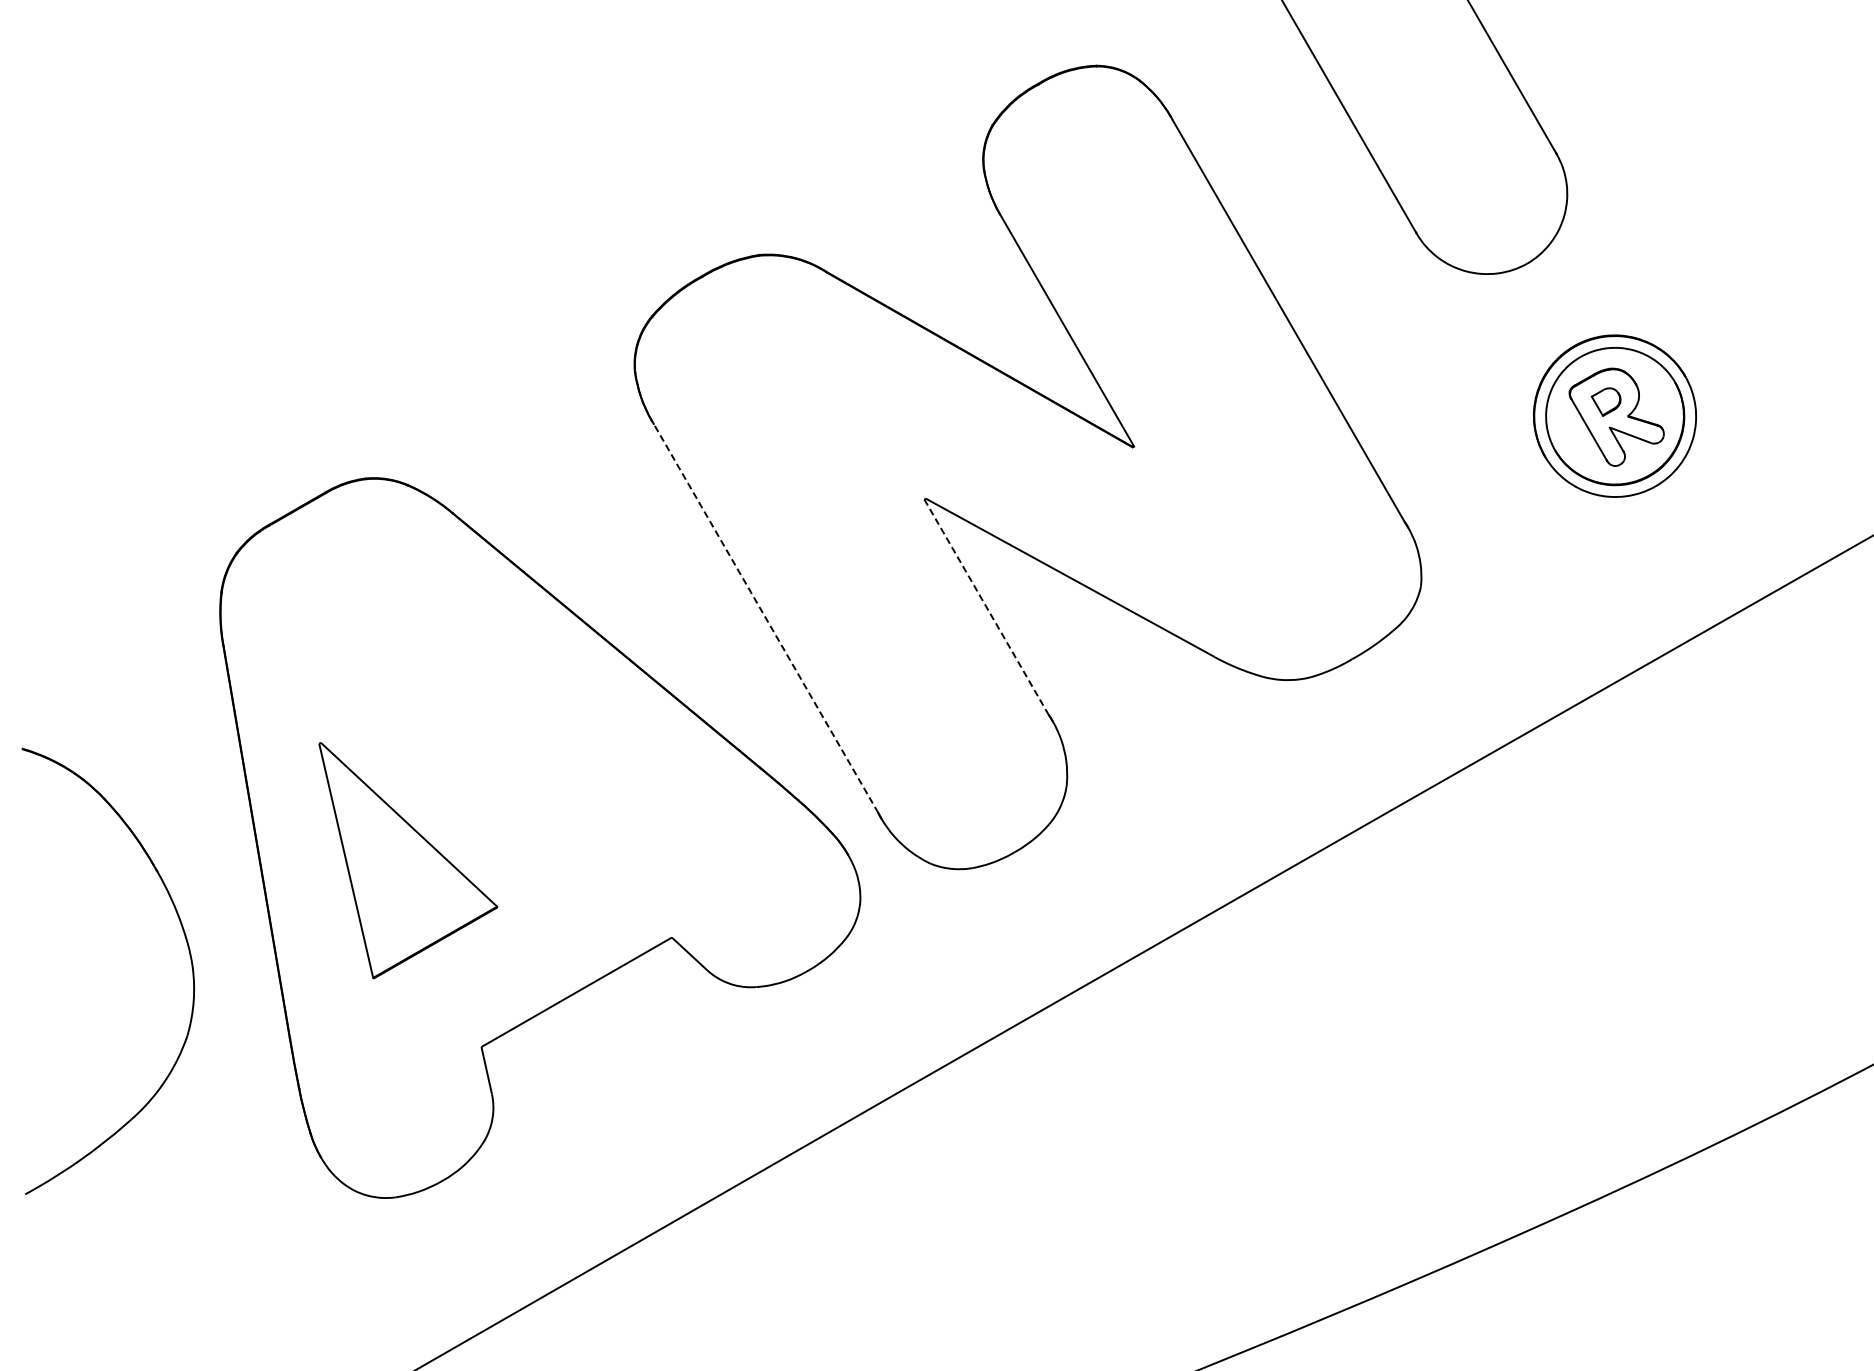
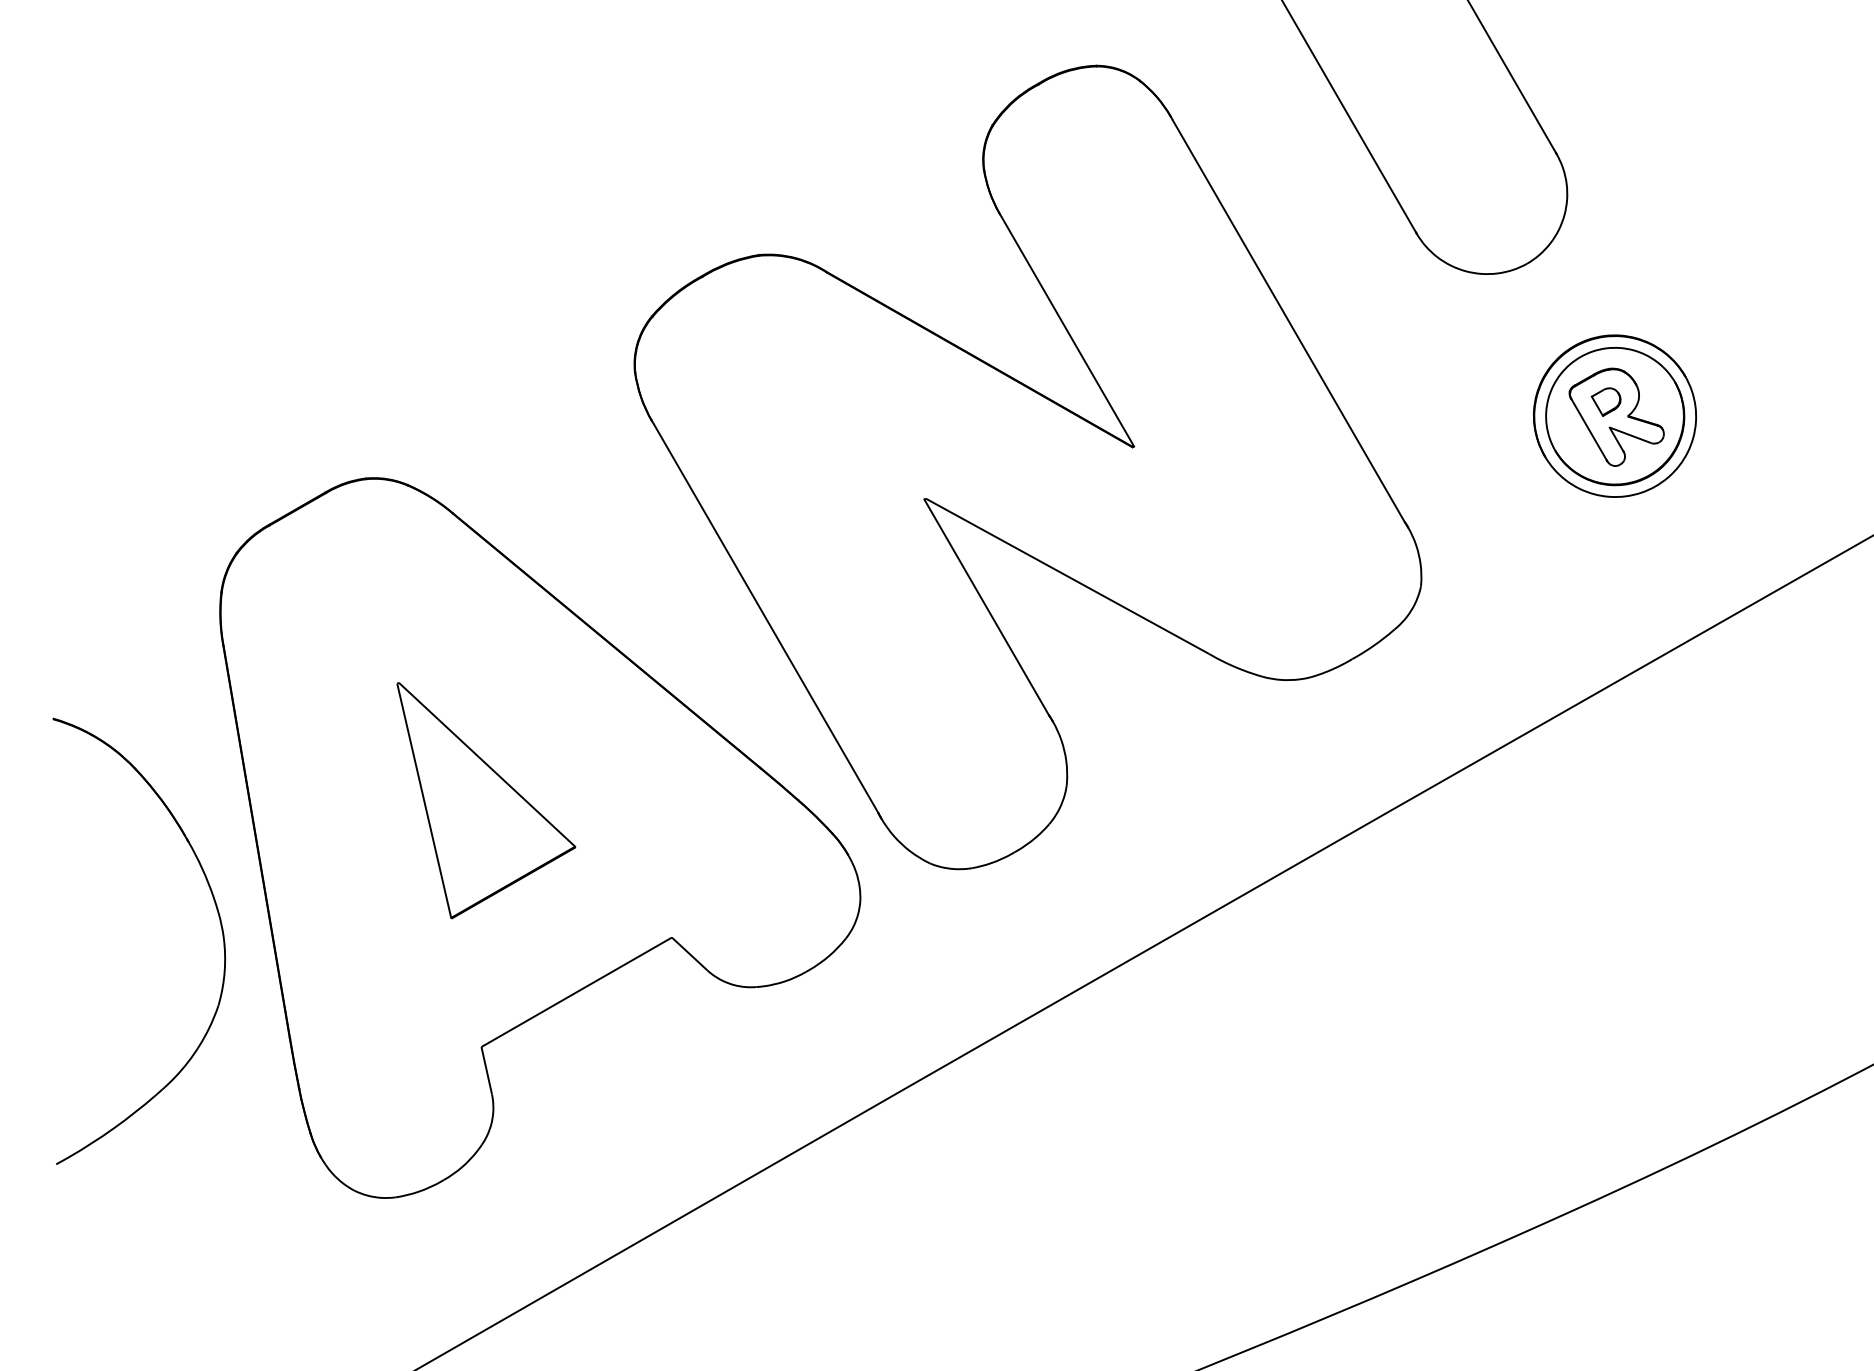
line at (986, 607): dashed -> solid
line at (766, 618): dashed -> solid
part at (408, 860) position: (408, 860) -> (486, 800)
part at (189, 956) position: (189, 956) -> (220, 926)
